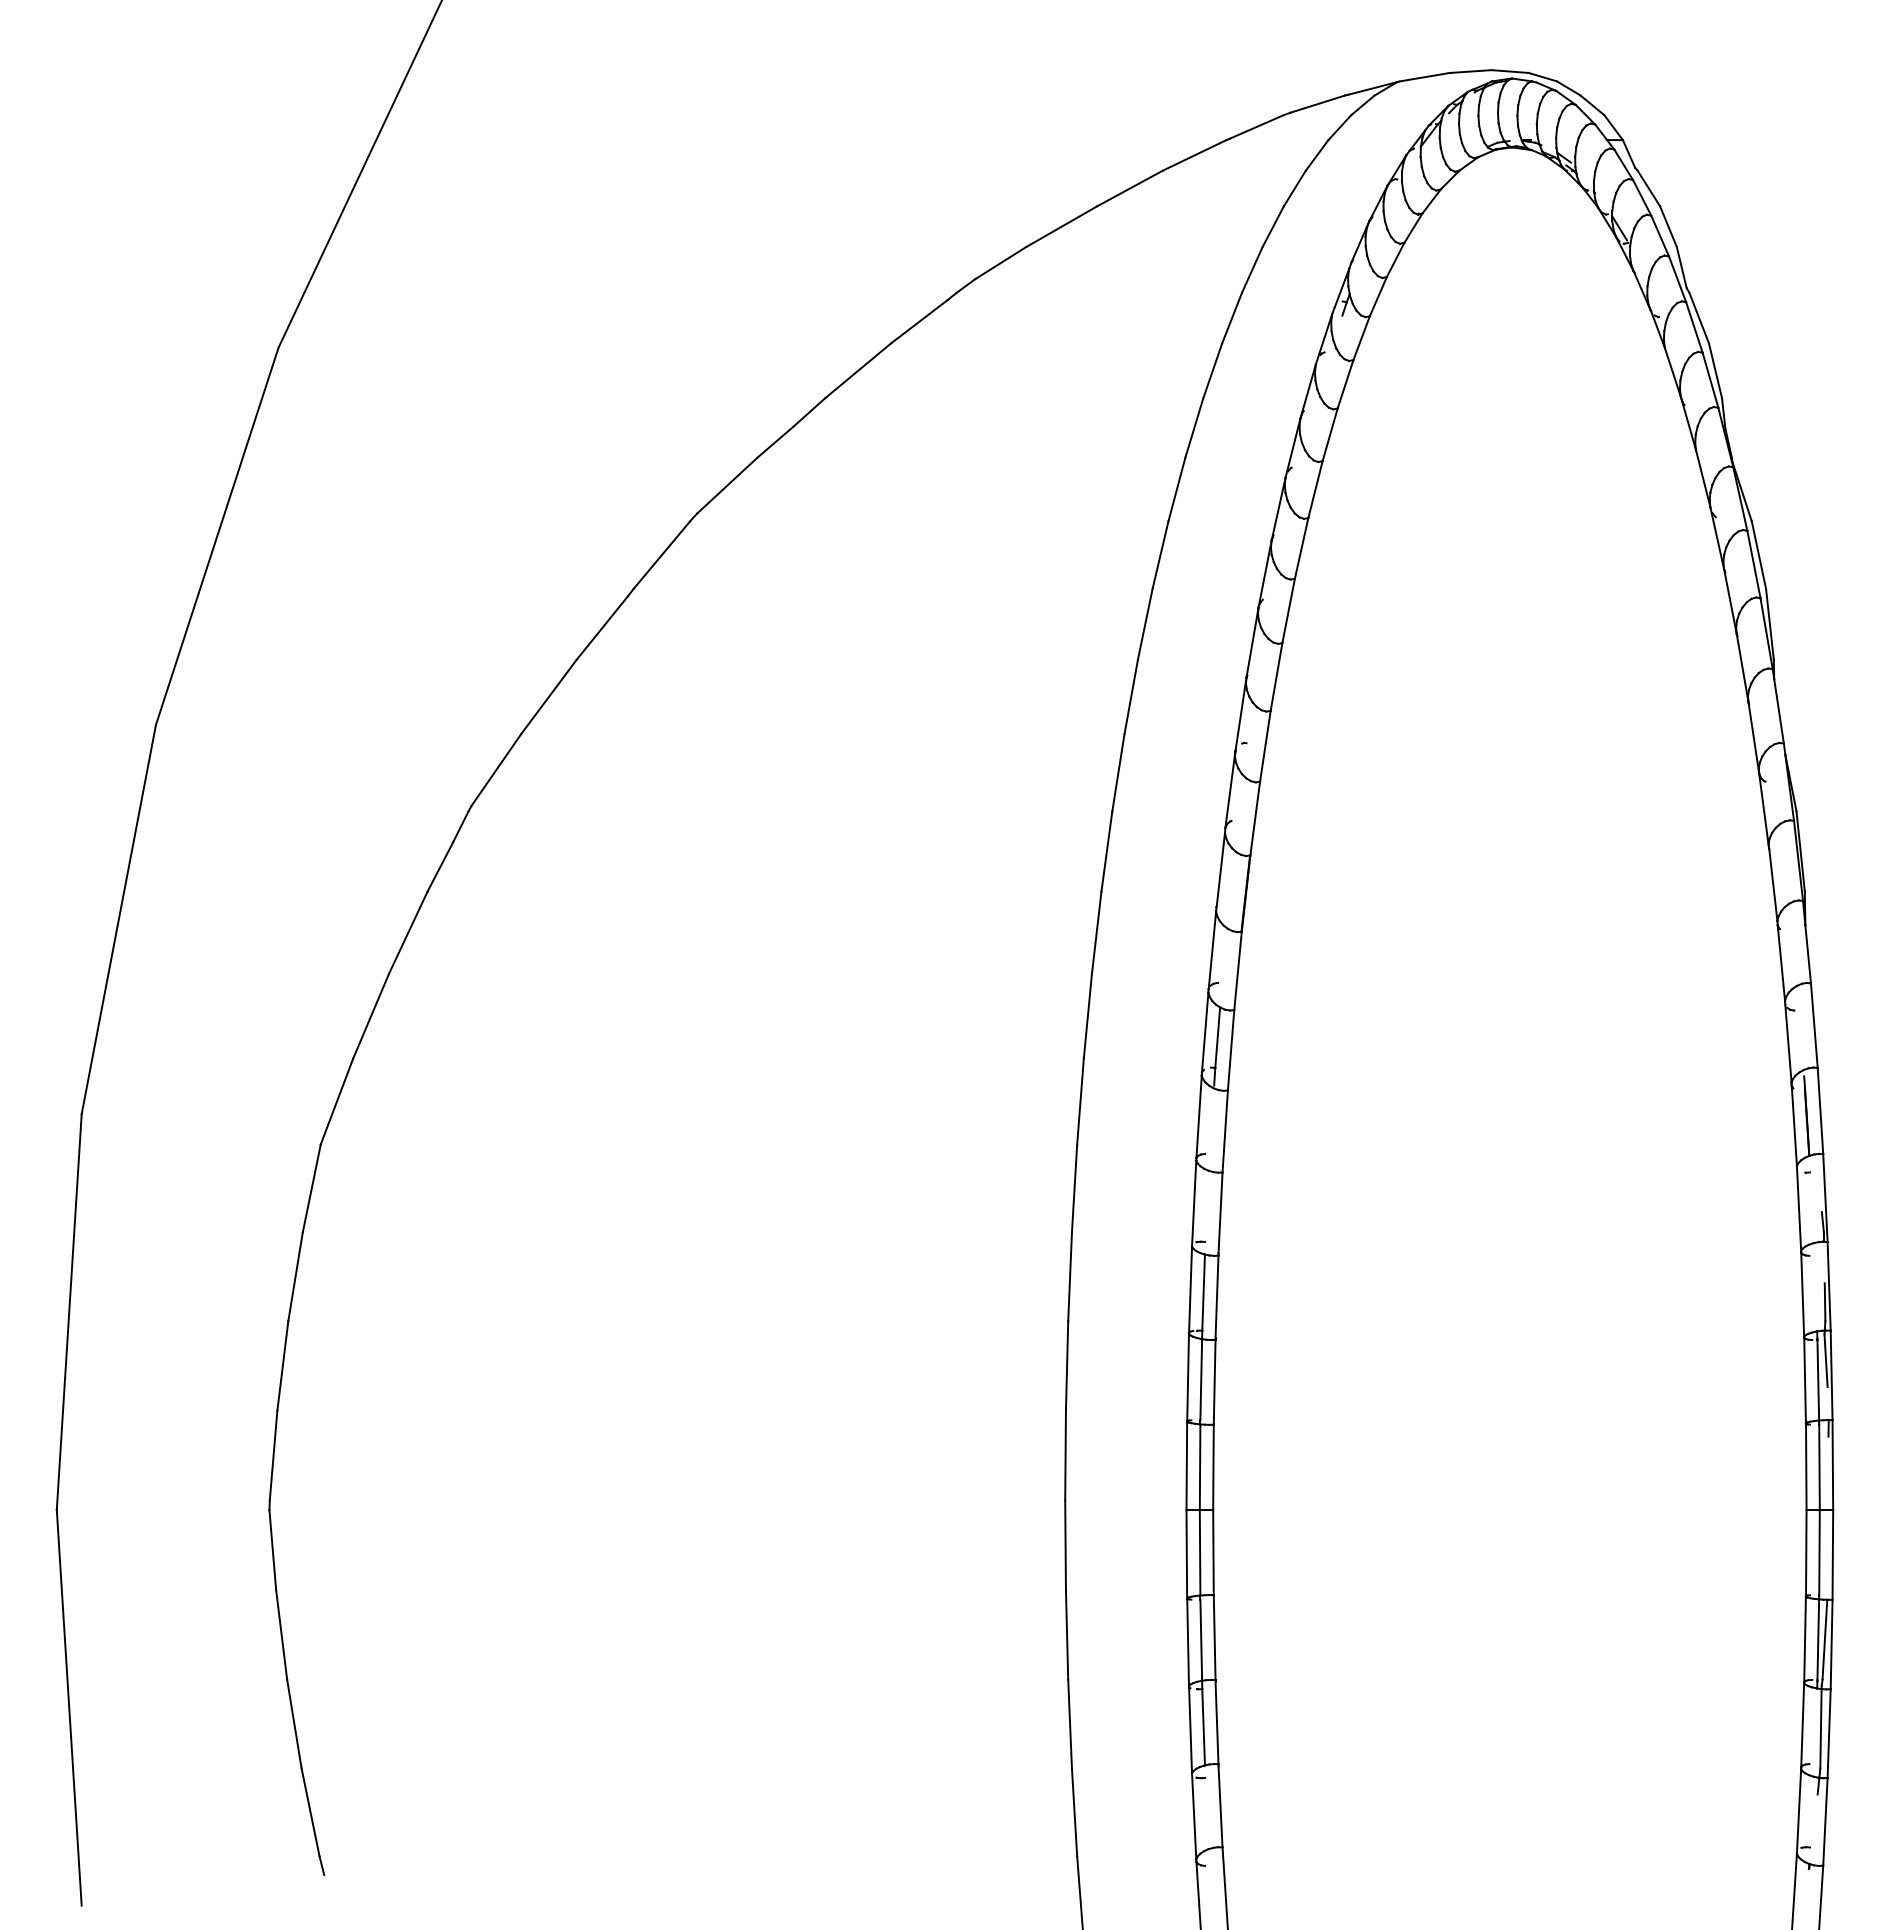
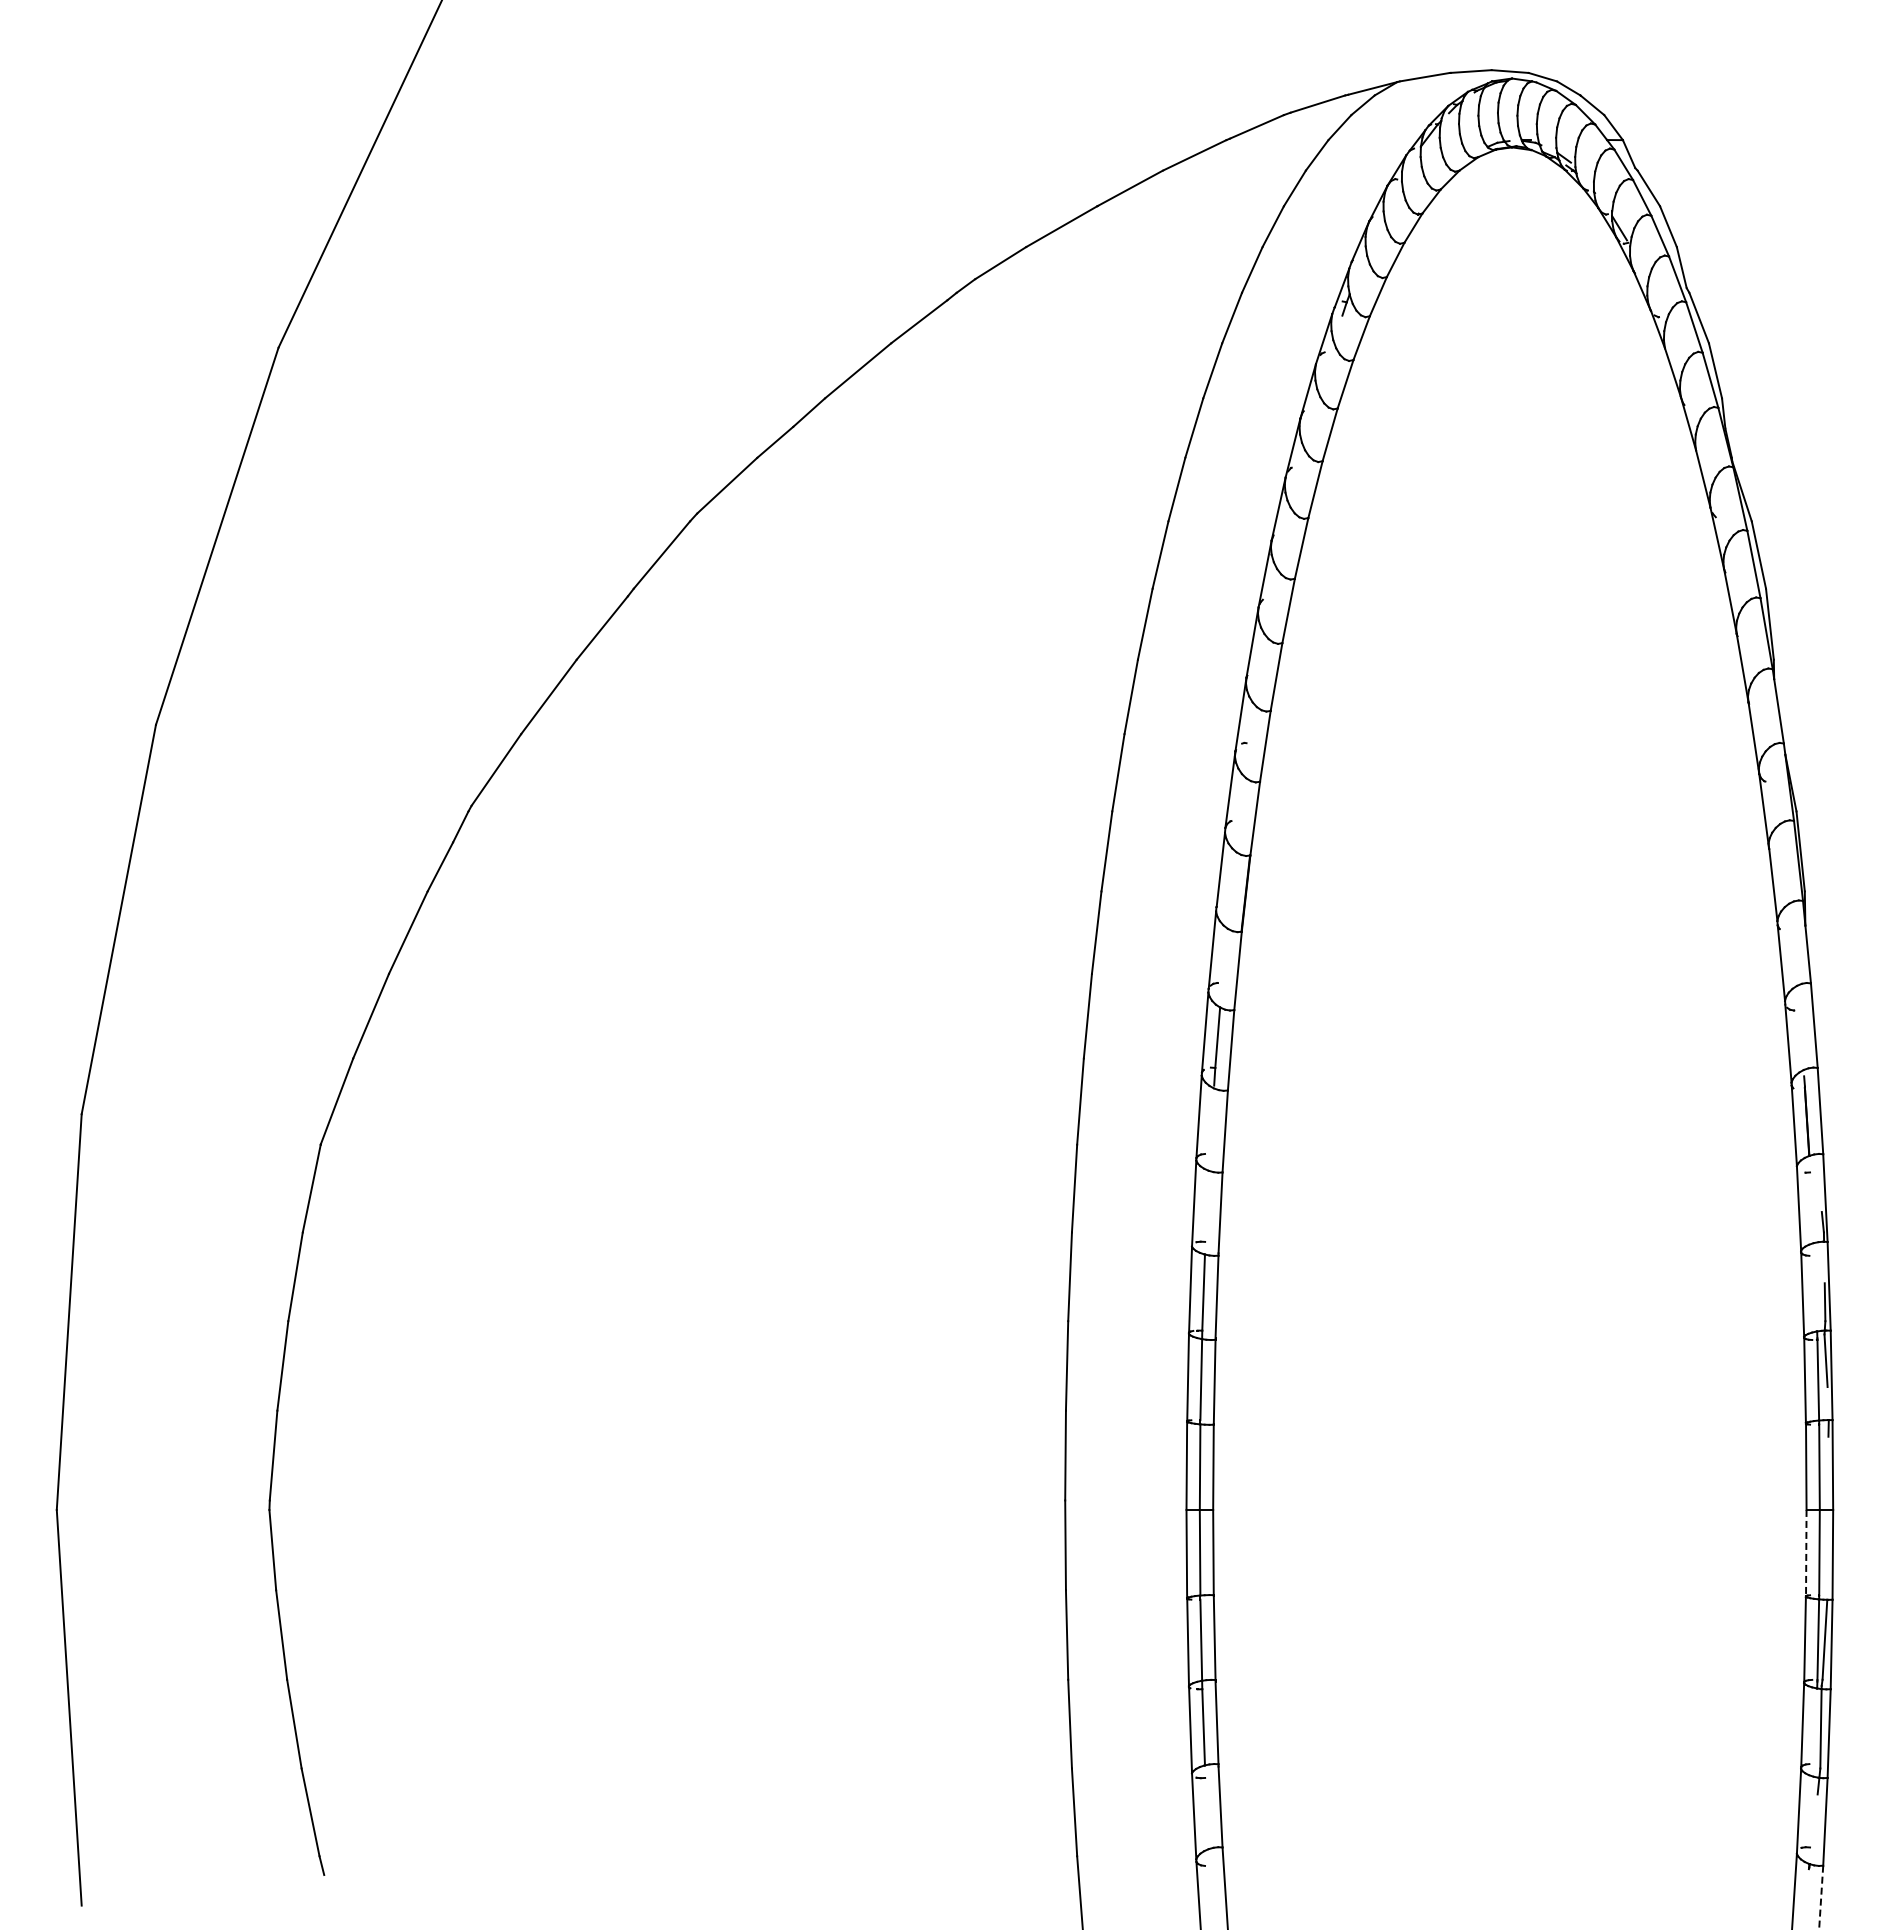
line at (1806, 1553): solid -> dashed
line at (1821, 1897): solid -> dashed
